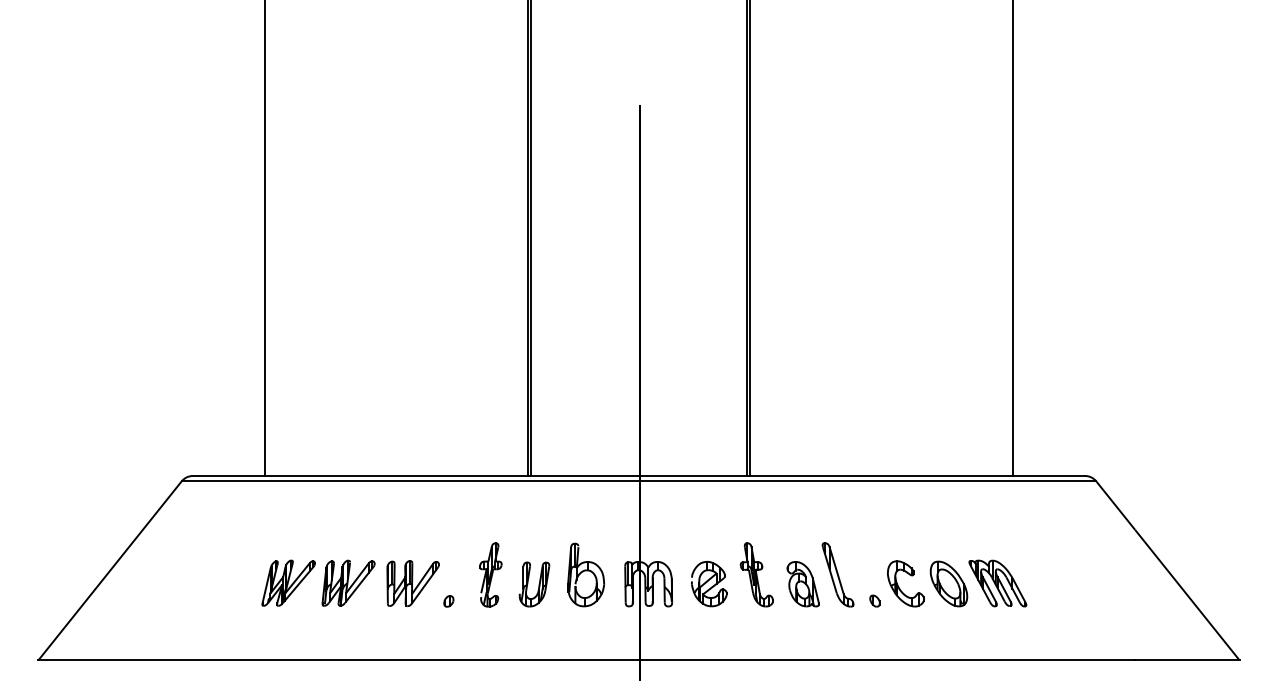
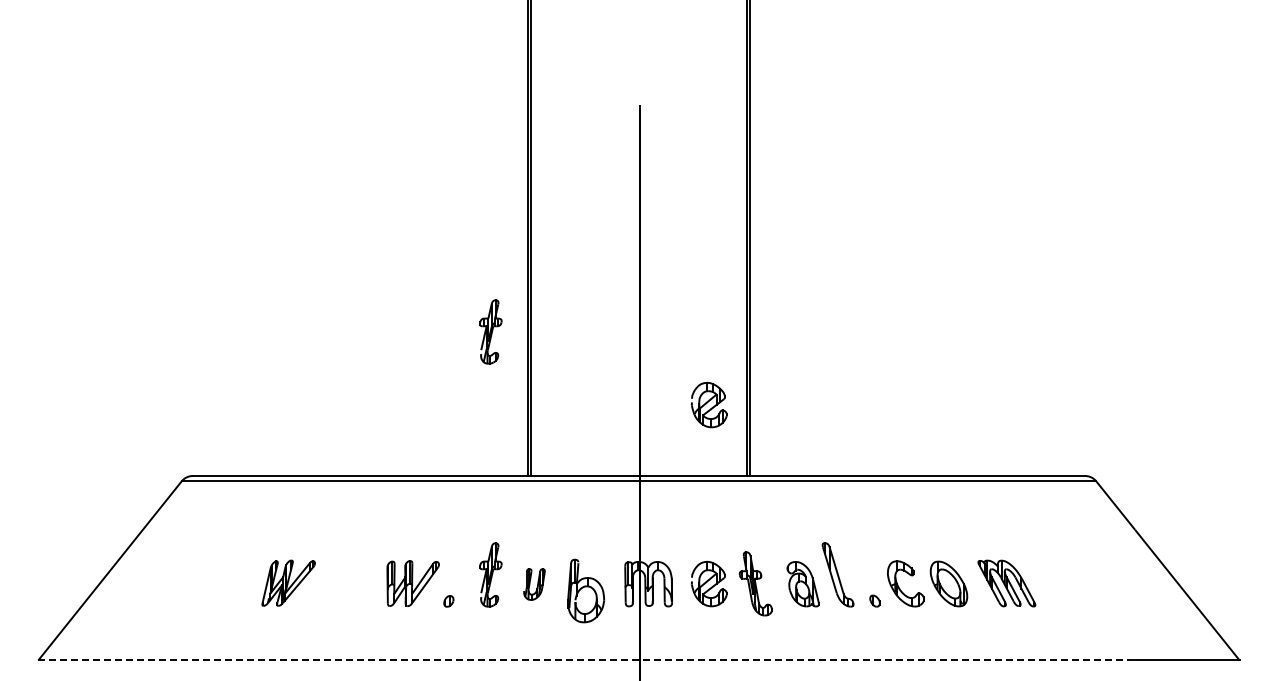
line at (265, 238): present -> none
line at (1012, 238): present -> none
part at (490, 331): none -> present
part at (709, 405): none -> present
part at (586, 574) position: (586, 574) -> (586, 590)
part at (756, 574) position: (756, 574) -> (755, 583)
part at (348, 582): present -> none
part at (997, 583) position: (997, 583) -> (1006, 583)
part at (534, 584) size: 33x47 px -> 23x33 px
line at (587, 660): solid -> dashed
